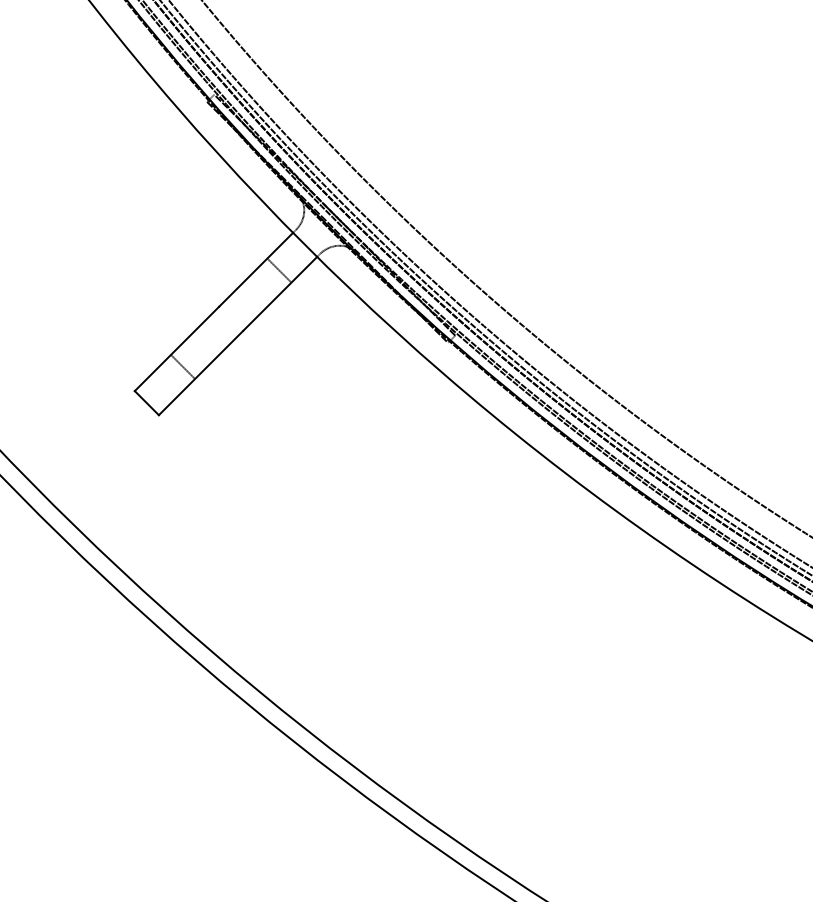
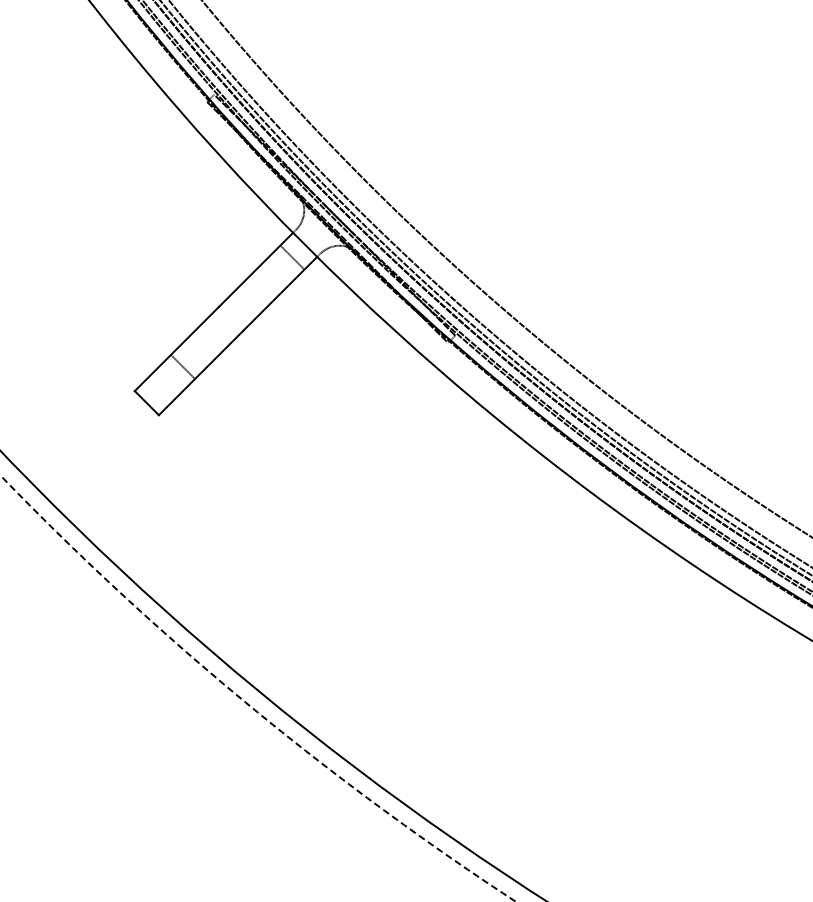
line at (279, 270) position: (279, 270) -> (292, 257)
arc at (245, 702): solid -> dashed
